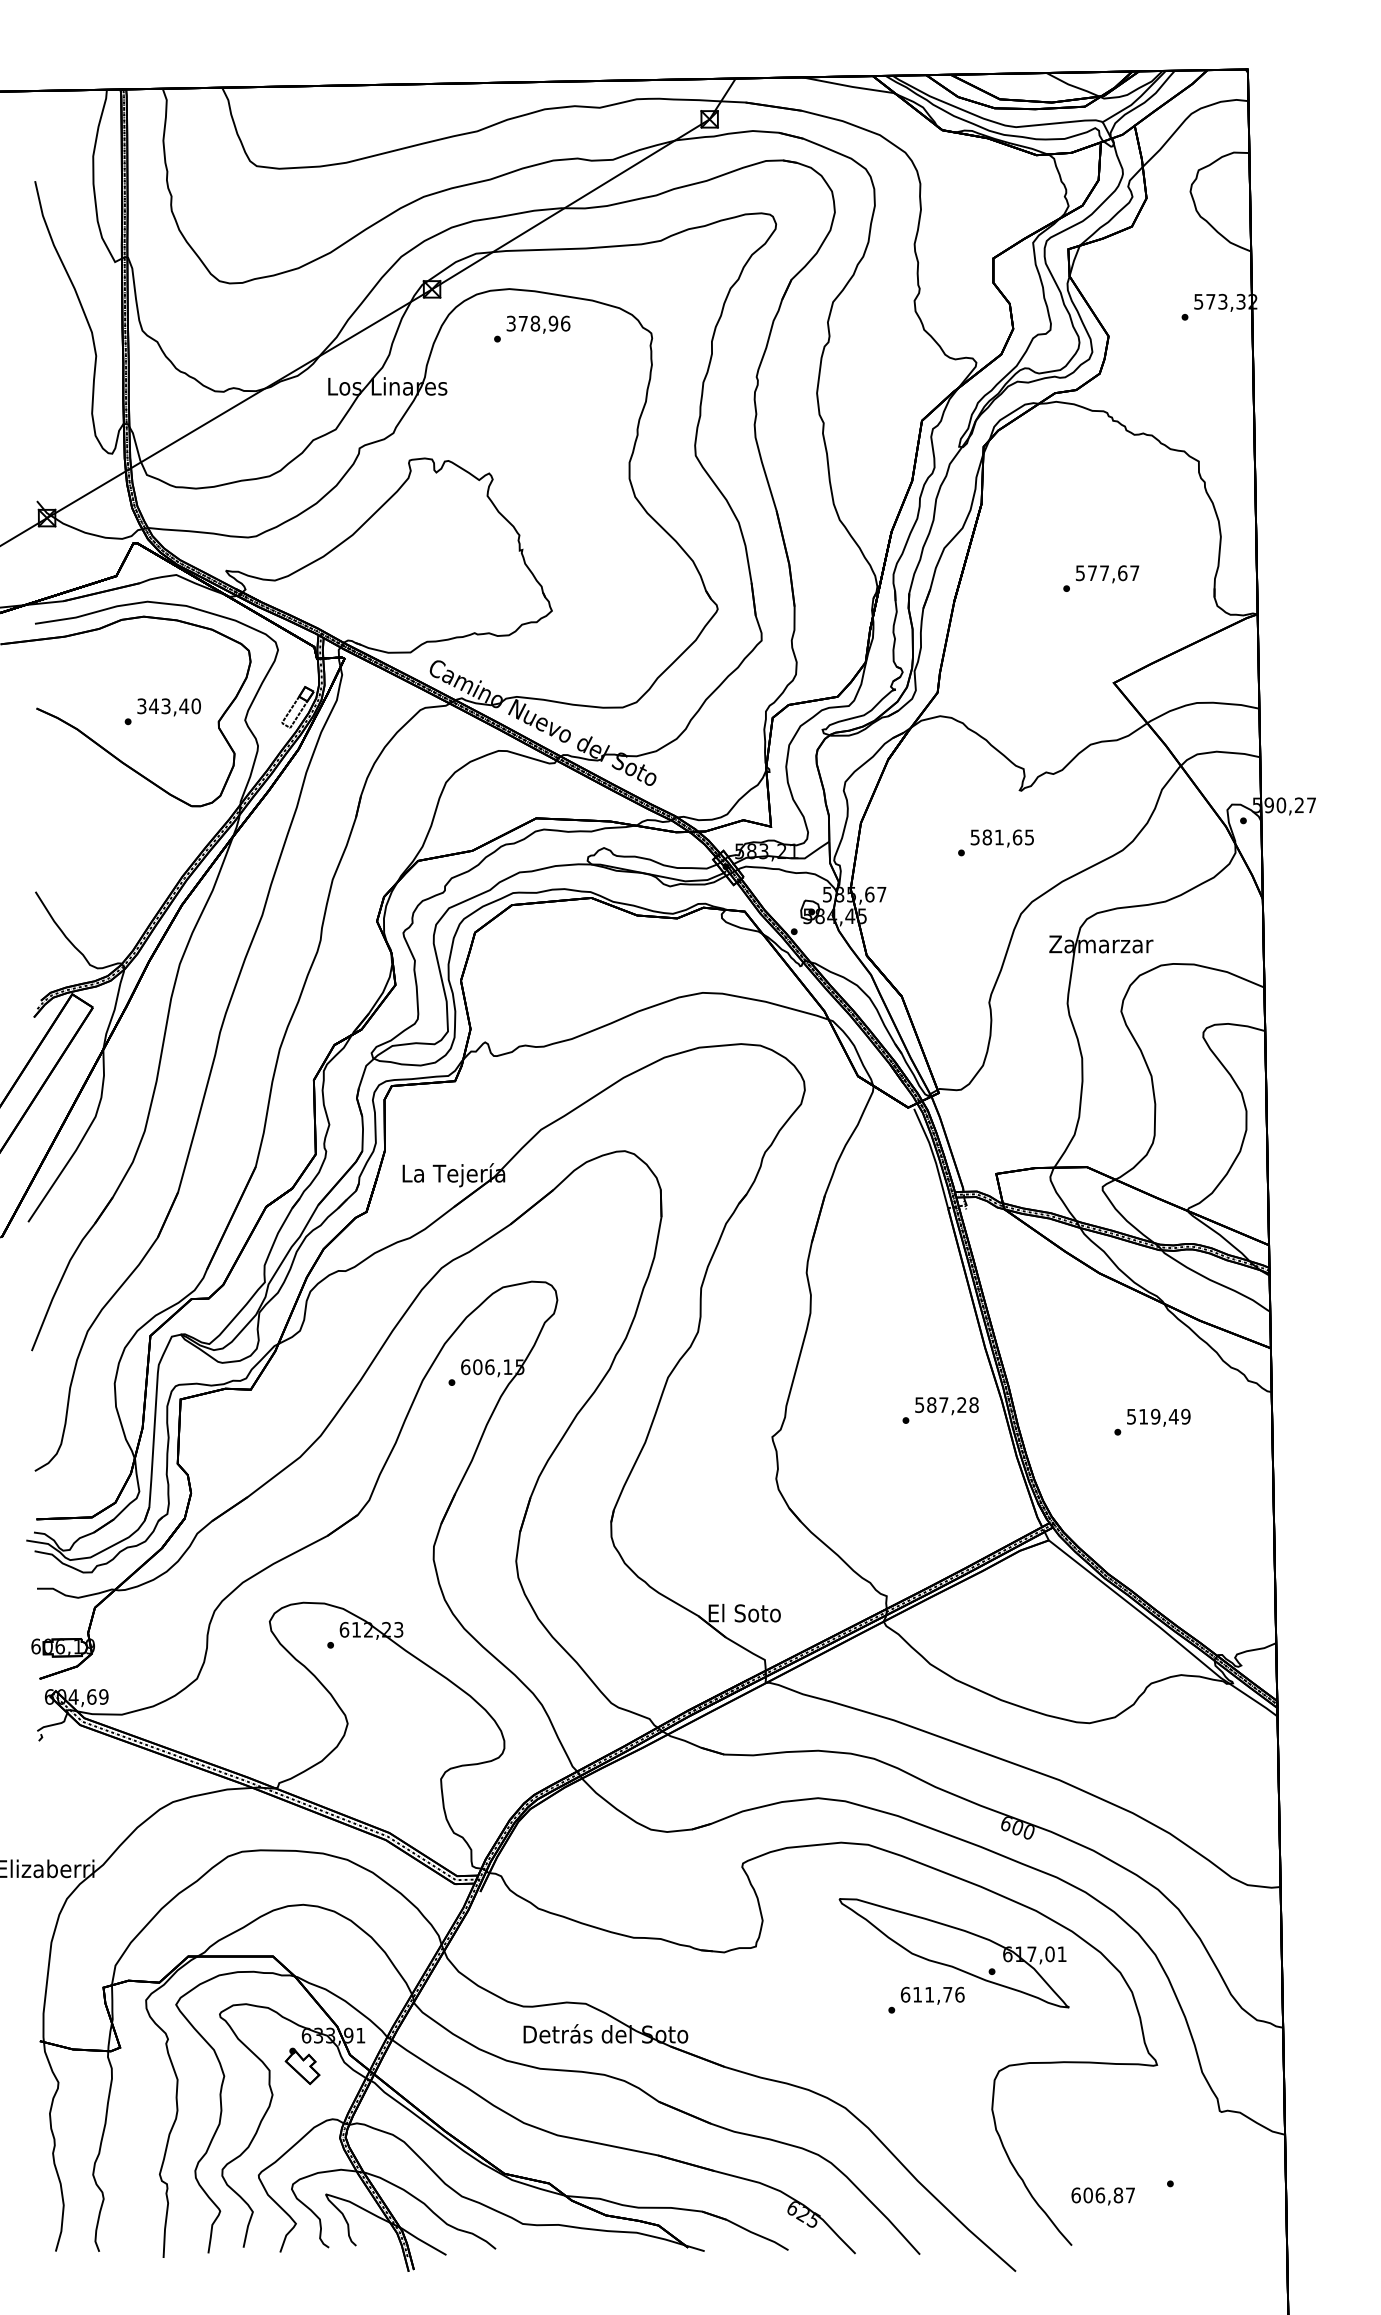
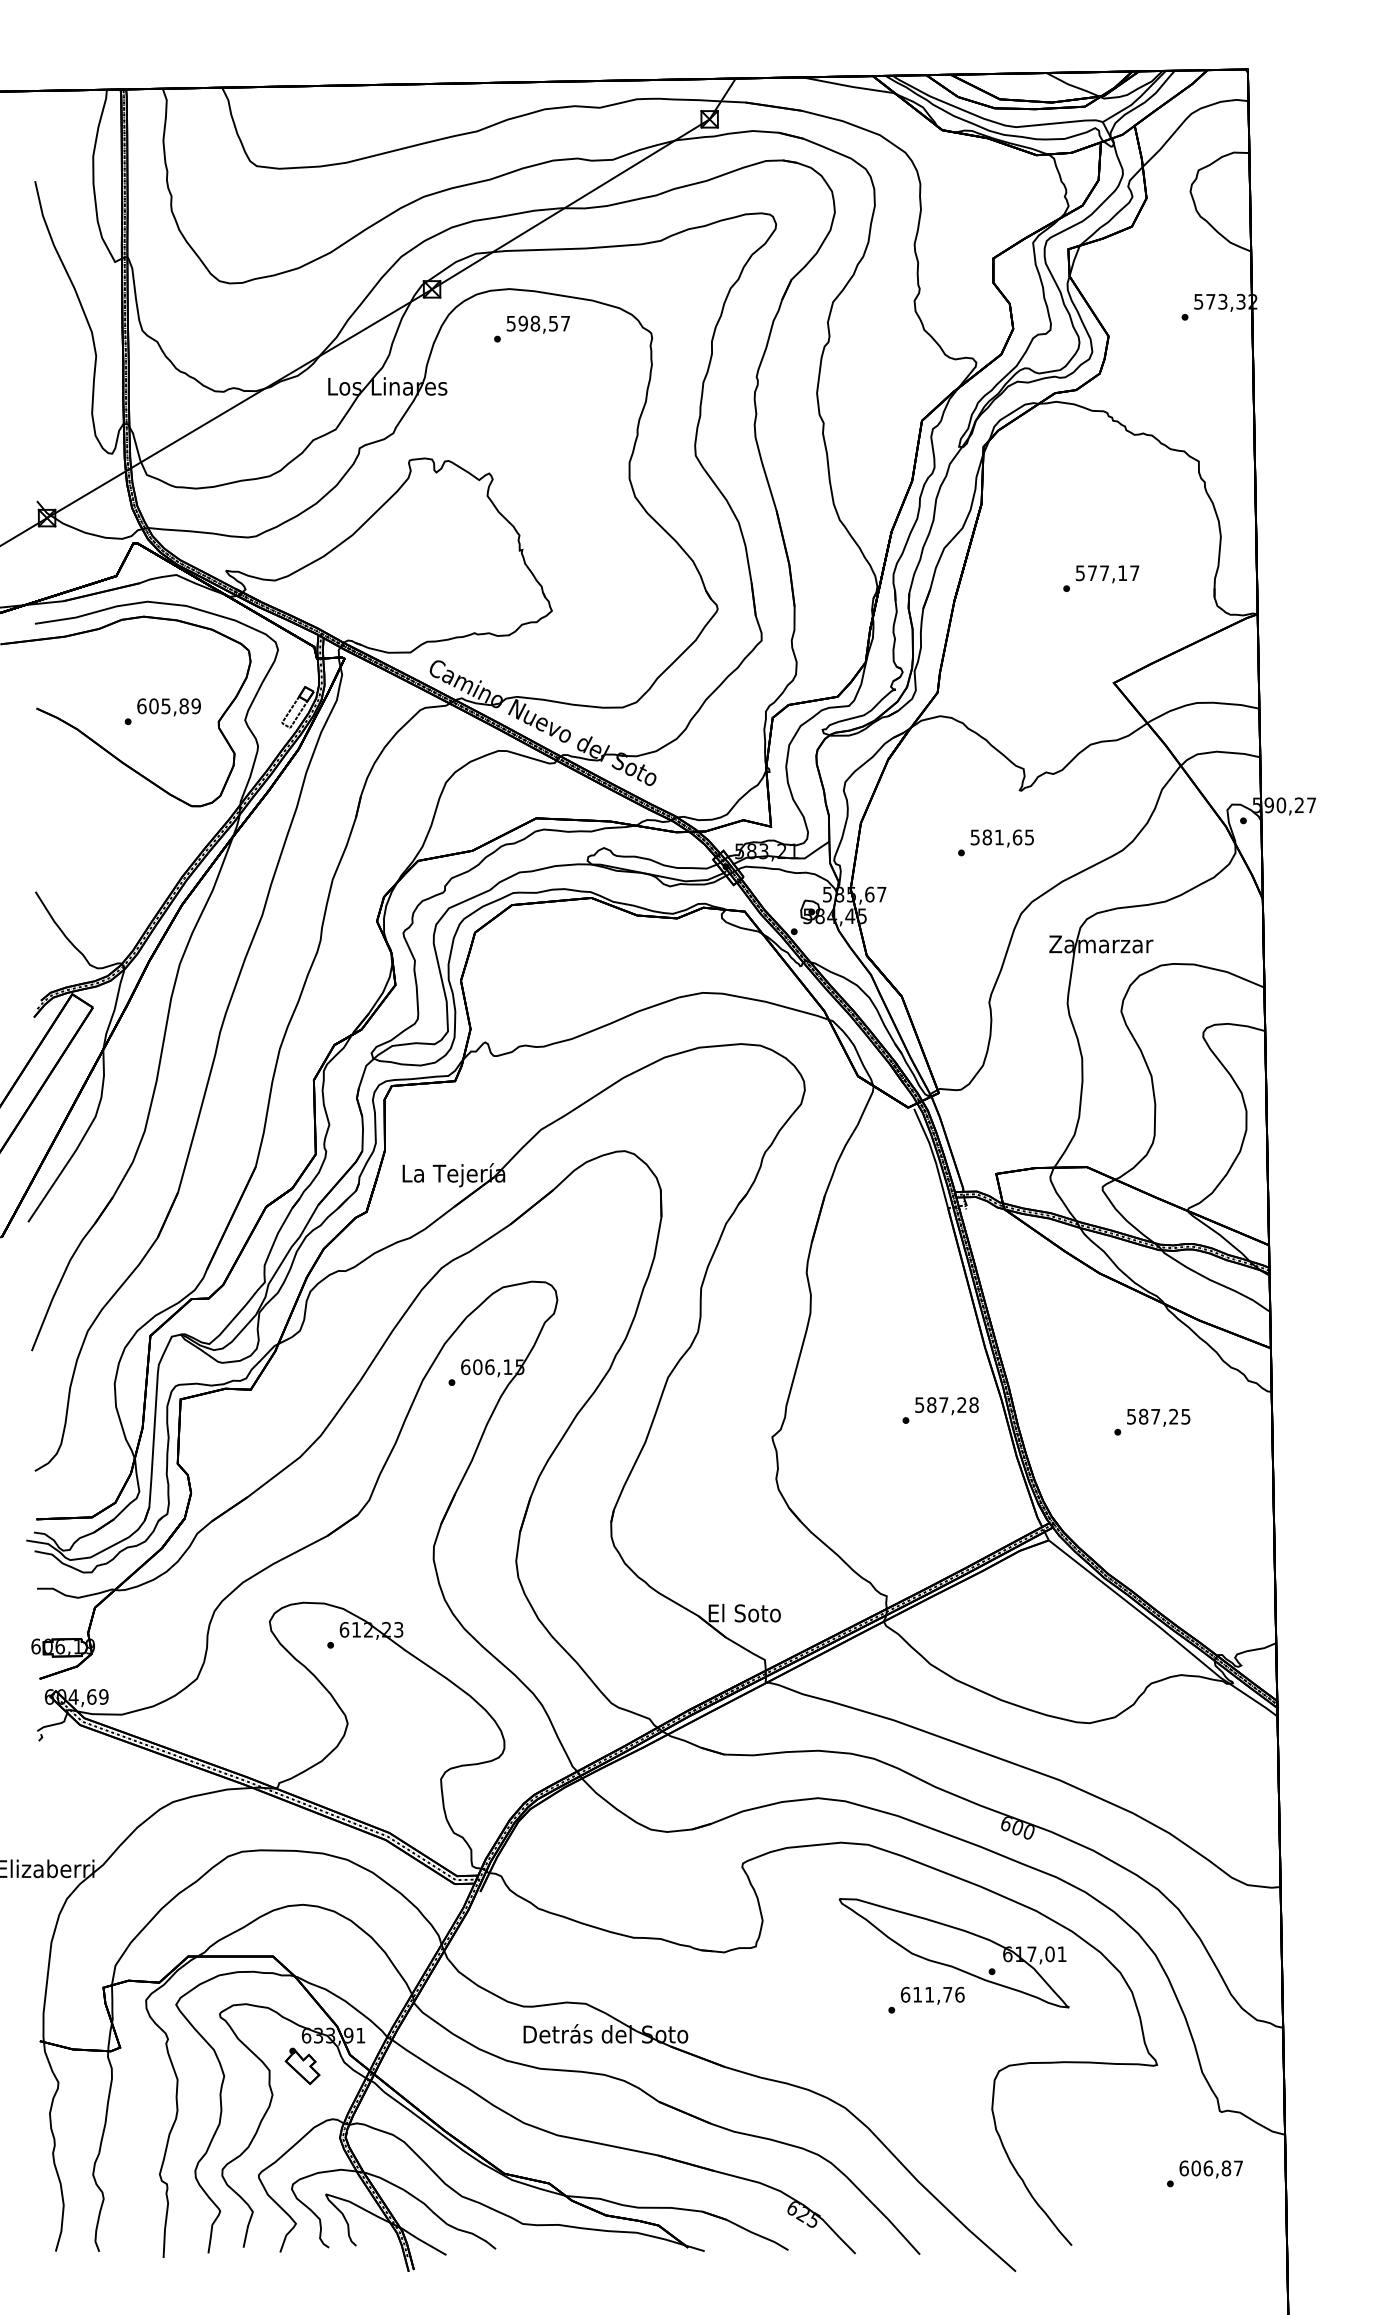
text at (538, 323): 378,96 -> 598,57
text at (1122, 573): 577,67 -> 577,17
text at (168, 706): 343,40 -> 605,89
text at (1164, 1416): 519,49 -> 587,25
text at (1102, 2196) position: (1102, 2196) -> (1210, 2169)
